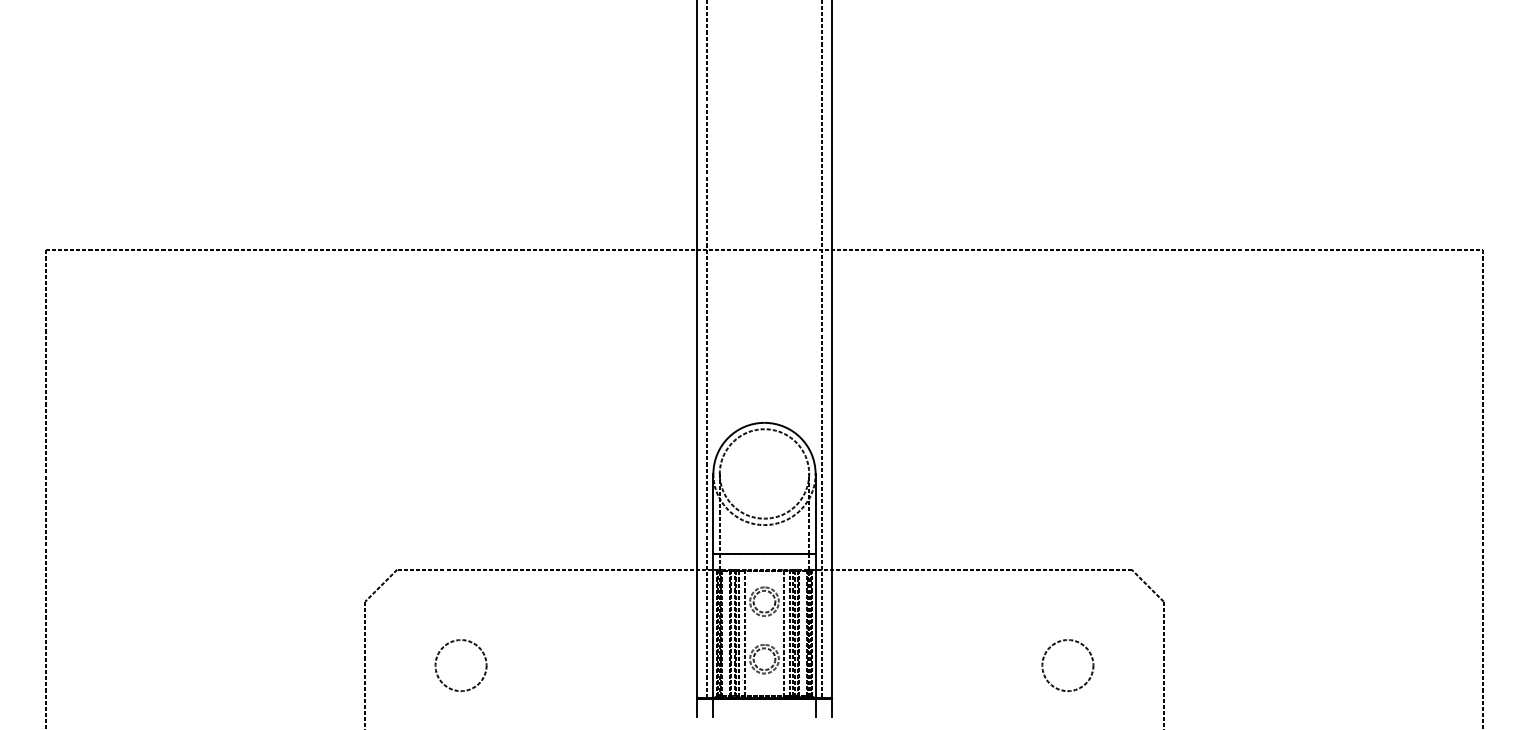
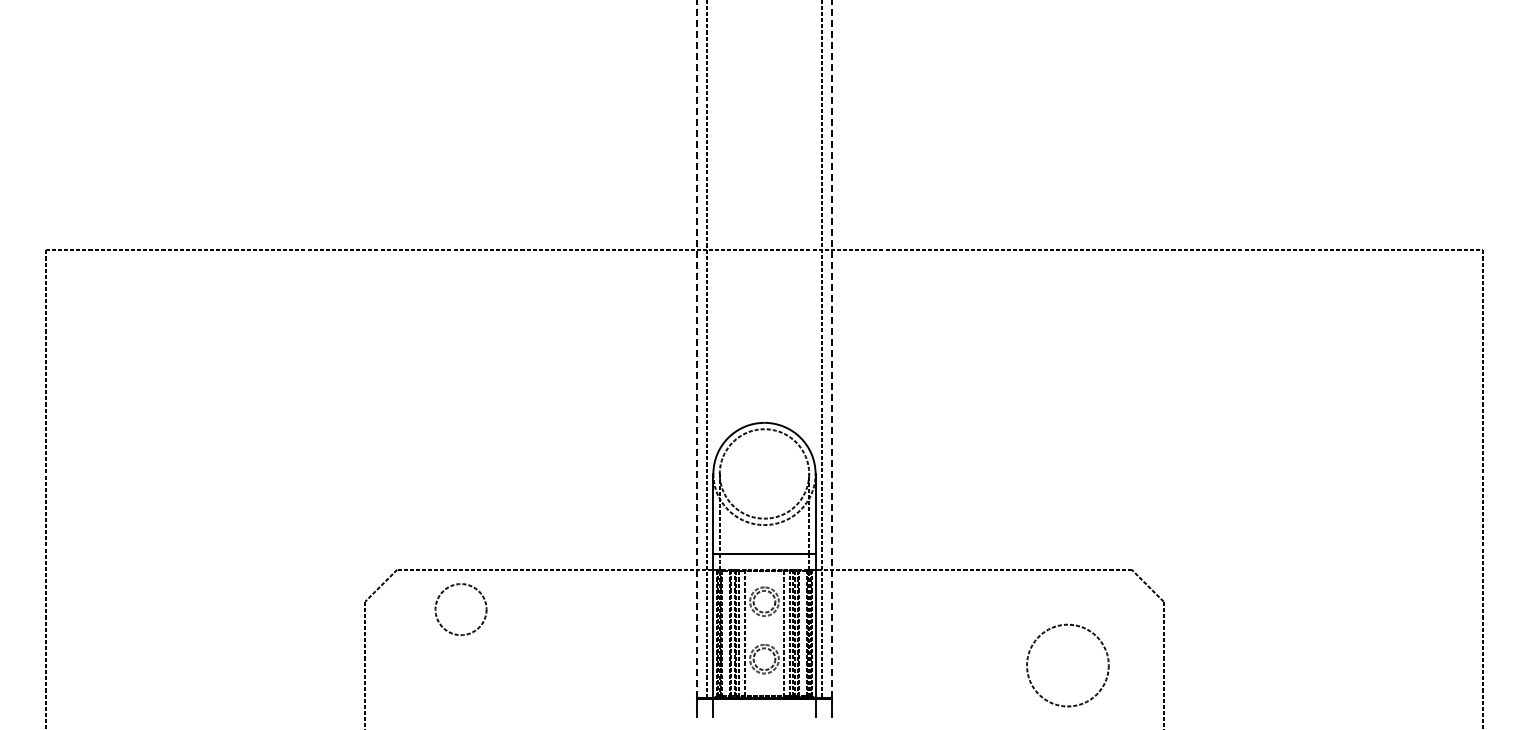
line at (832, 348): solid -> dashed
line at (696, 349): solid -> dashed
circle at (460, 665) position: (460, 665) -> (460, 609)
circle at (1067, 665) diameter: 51 px -> 82 px
